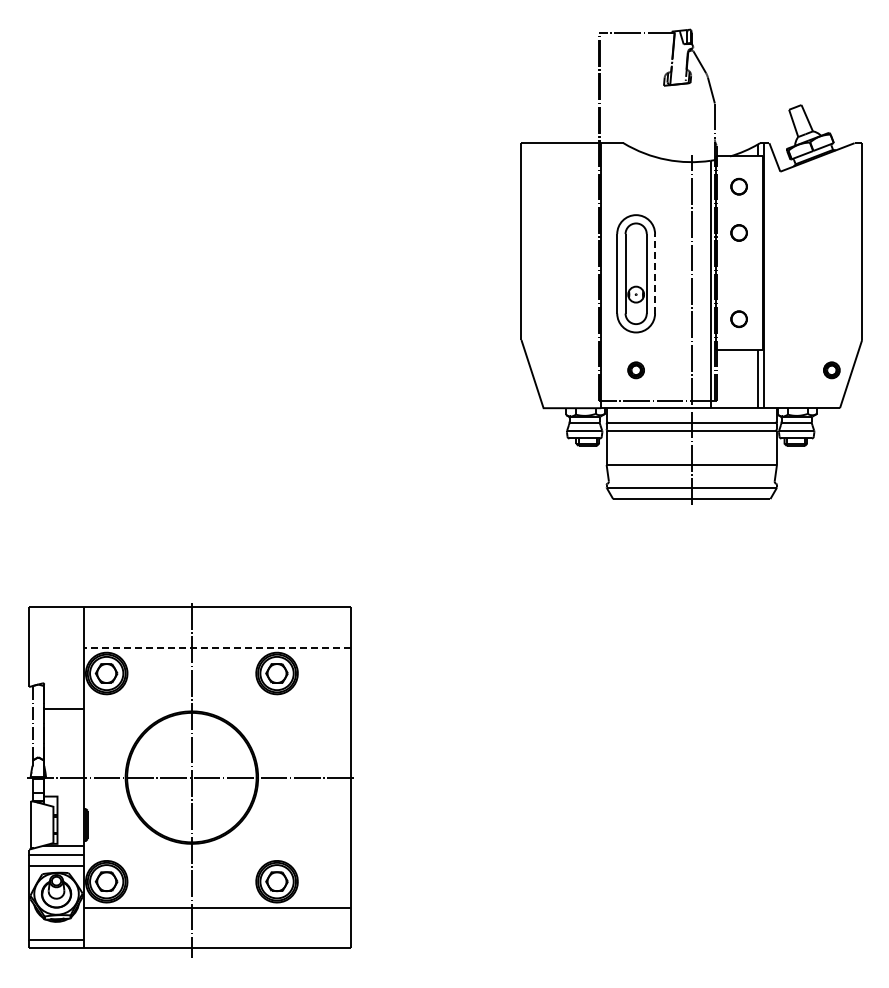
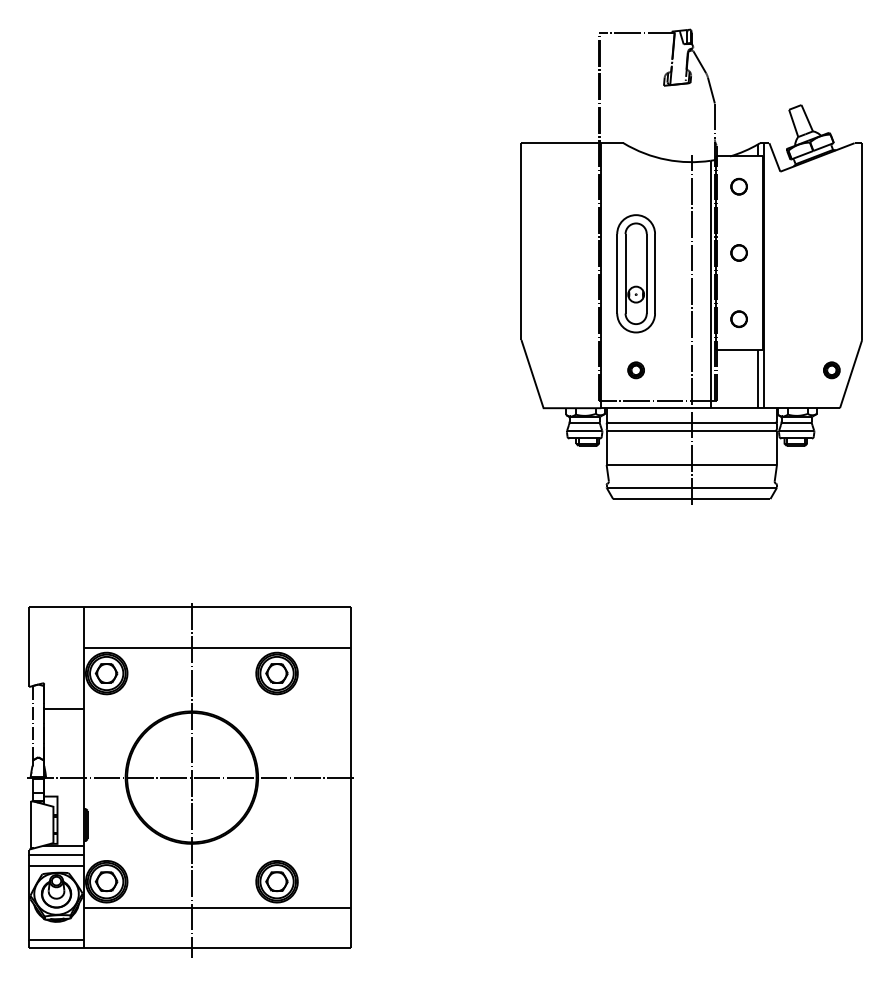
part at (738, 232) position: (738, 232) -> (738, 252)
line at (655, 273): dashed -> solid
line at (216, 647): dashed -> solid
